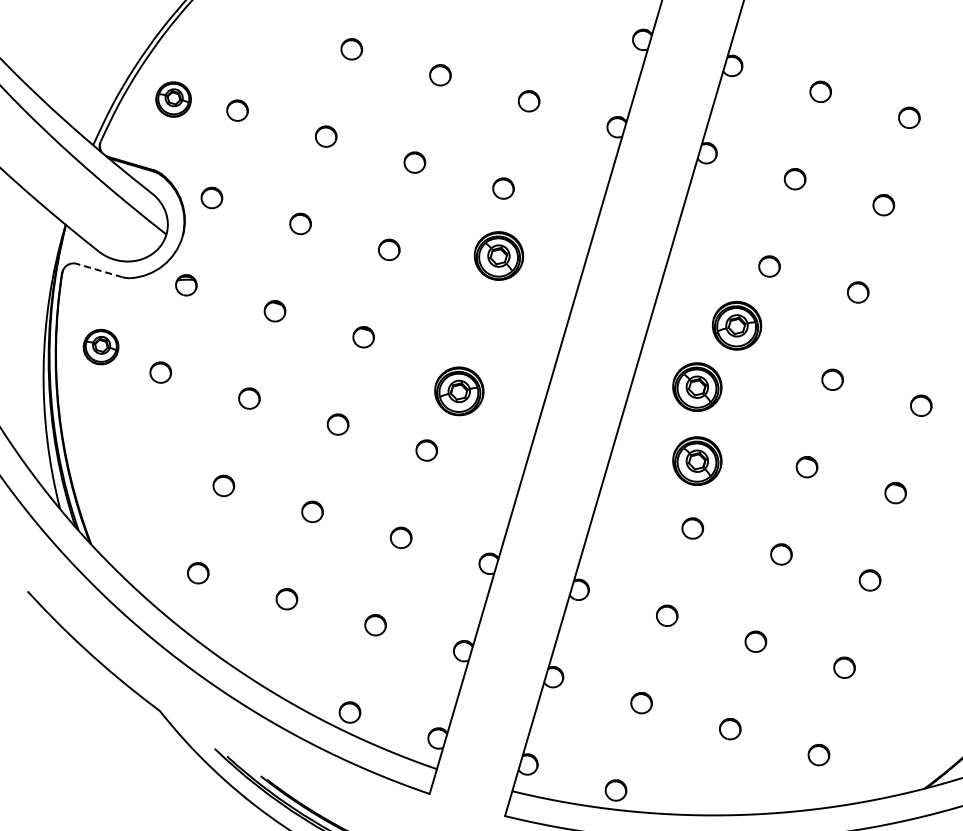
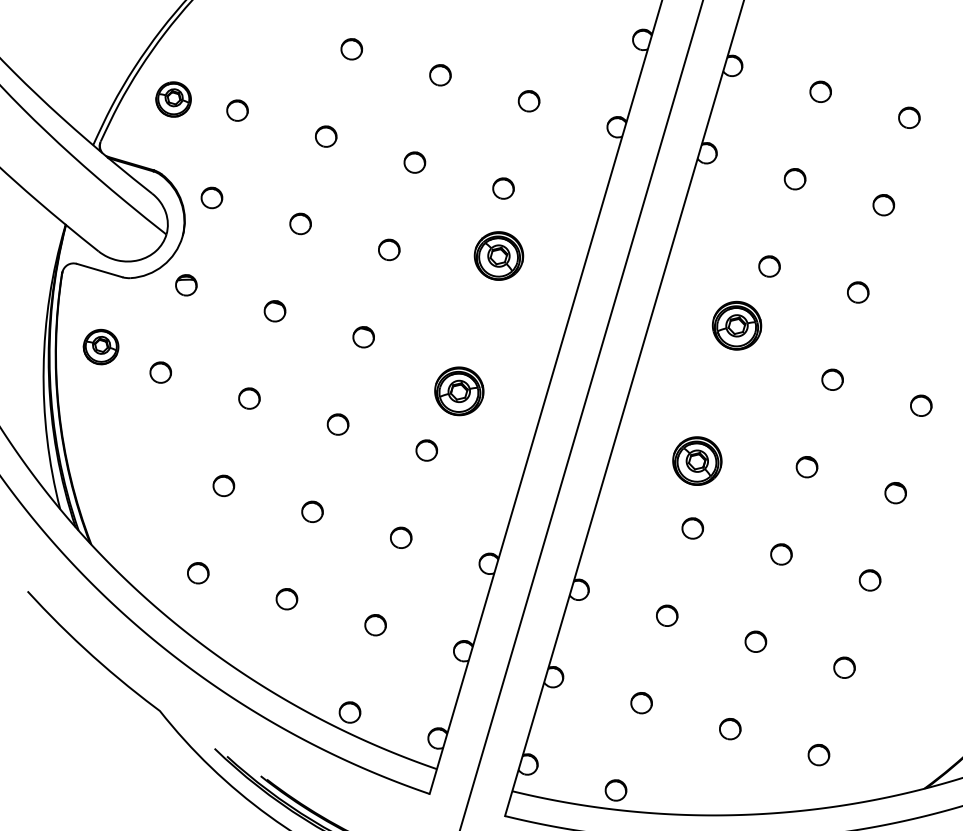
line at (99, 270): dashed -> solid
part at (697, 386): present -> none
line at (581, 414): none -> present
